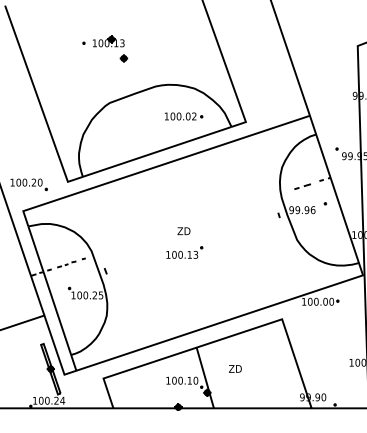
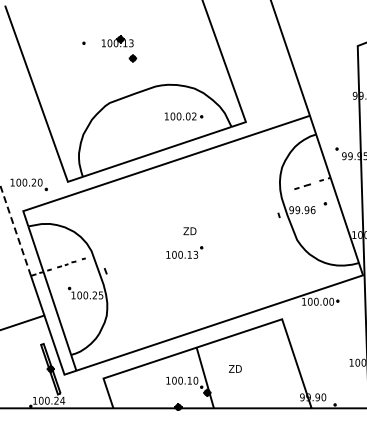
part at (110, 48) position: (110, 48) -> (119, 48)
line at (15, 230): solid -> dashed
text at (183, 231) position: (183, 231) -> (189, 231)
